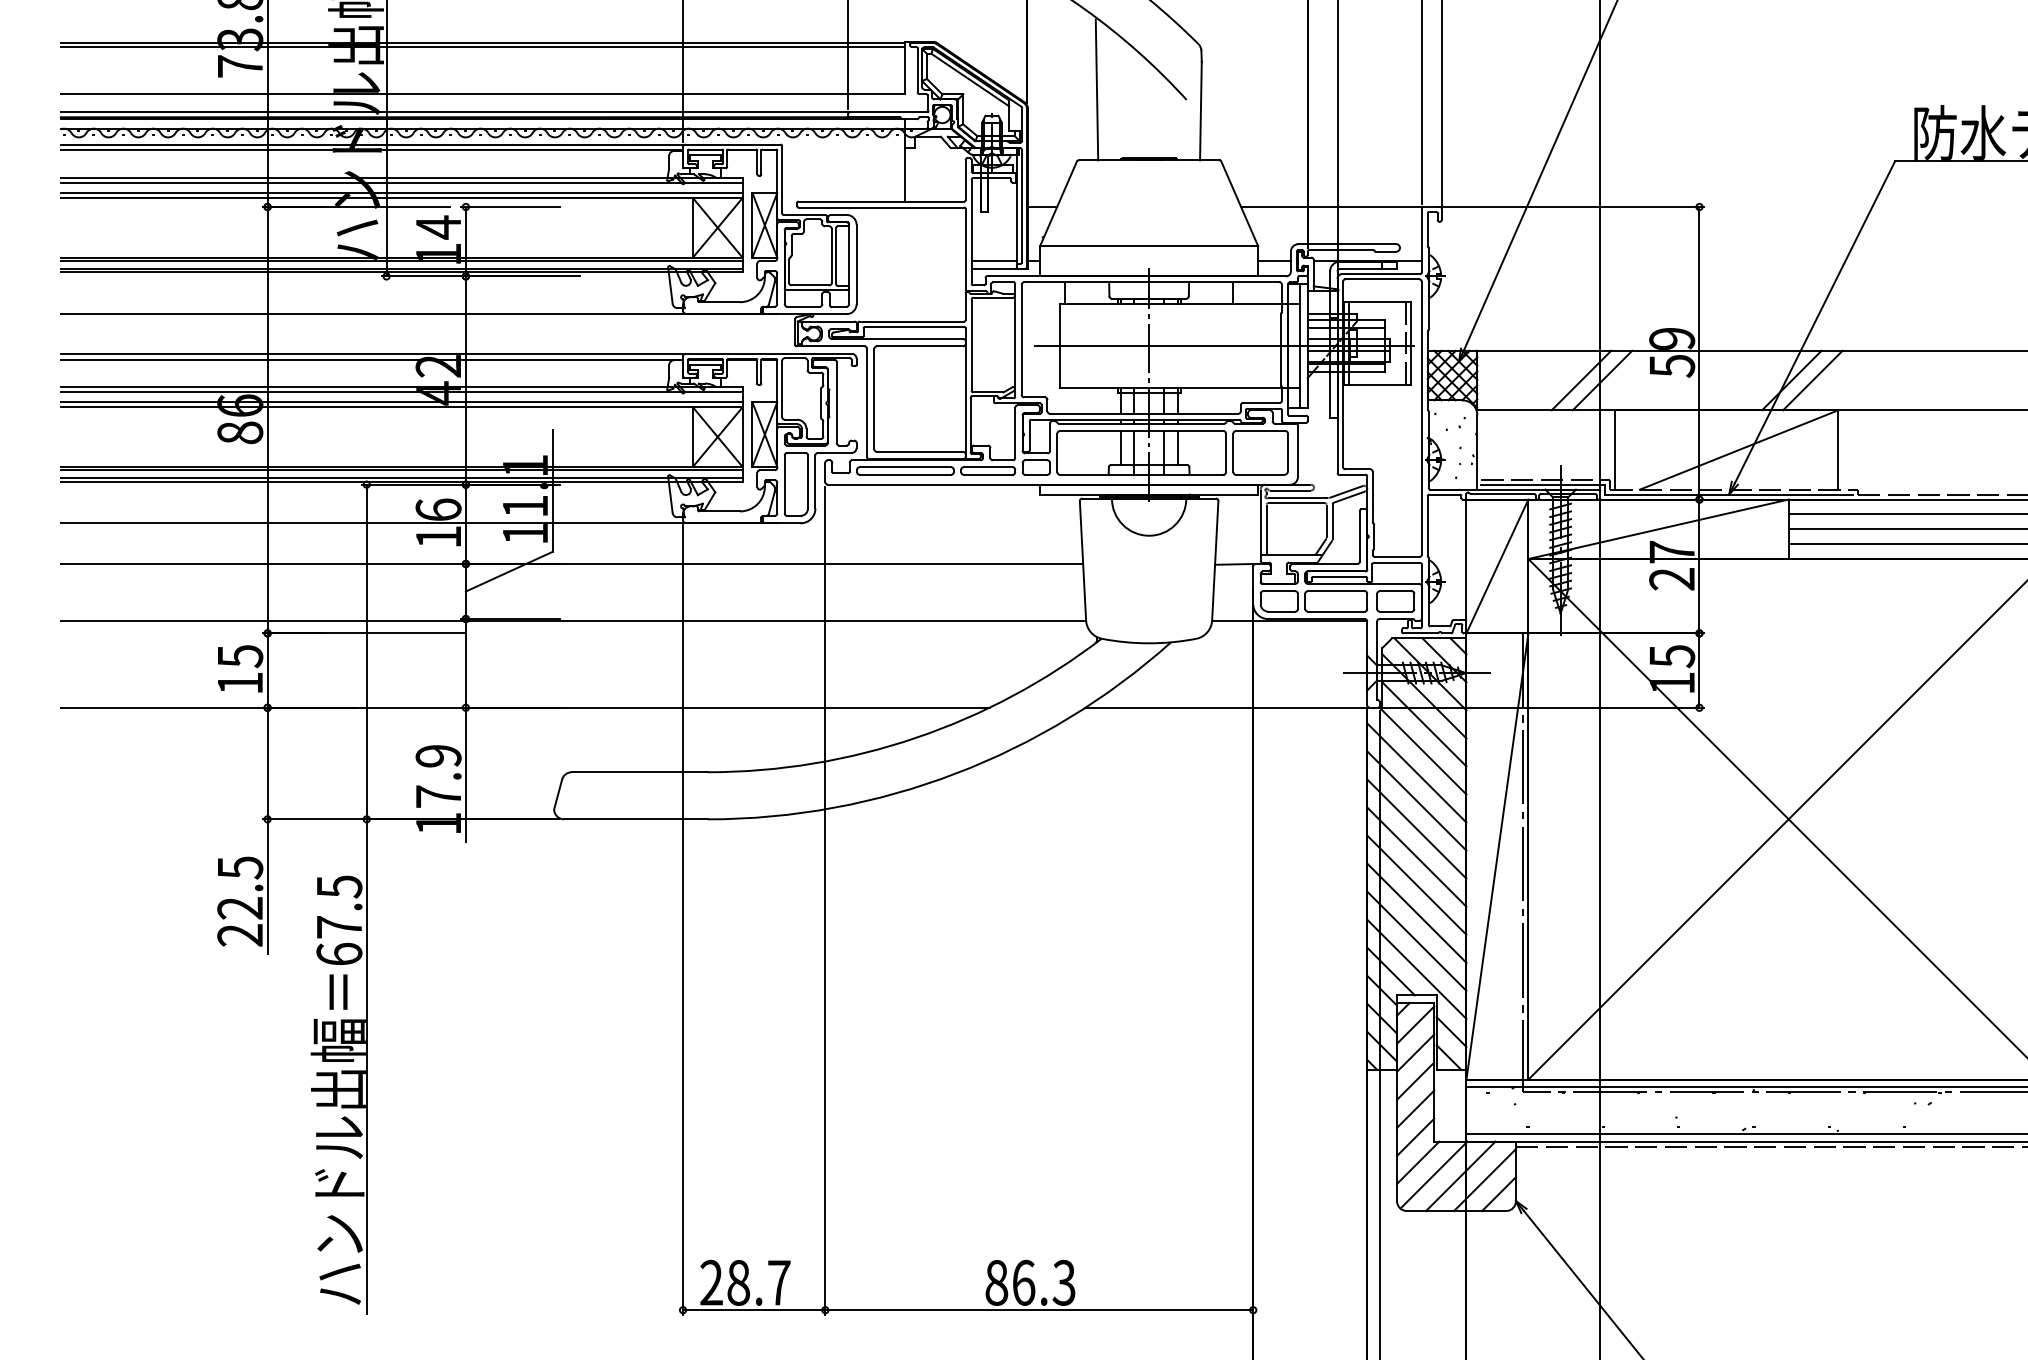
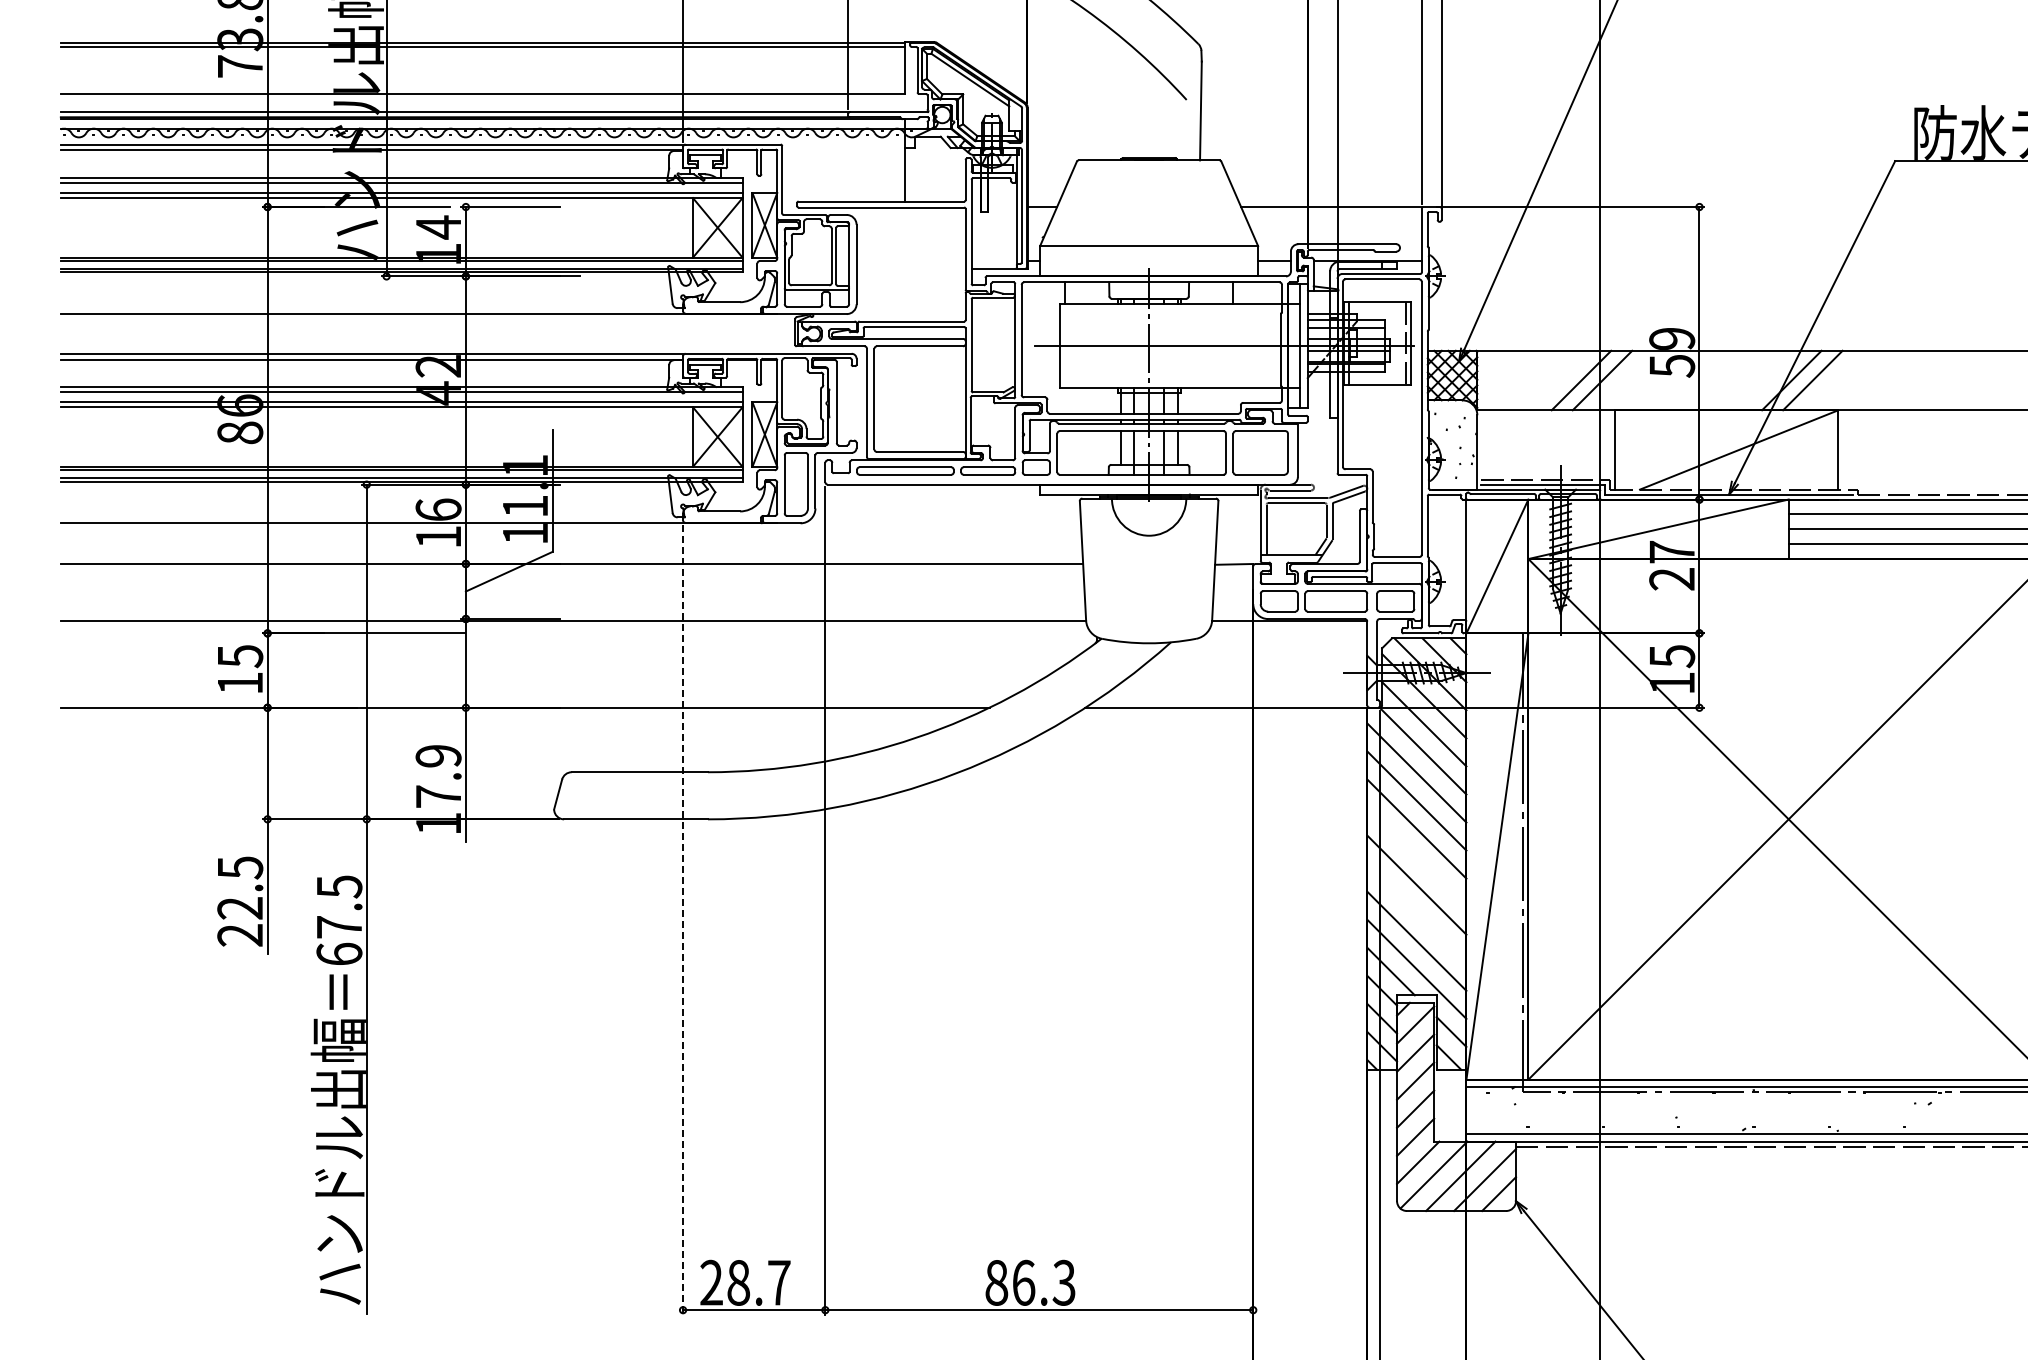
line at (1096, 89): present -> none
line at (993, 260): present -> none
line at (1416, 856): present -> none
line at (1416, 912): present -> none
line at (683, 920): solid -> dashed
